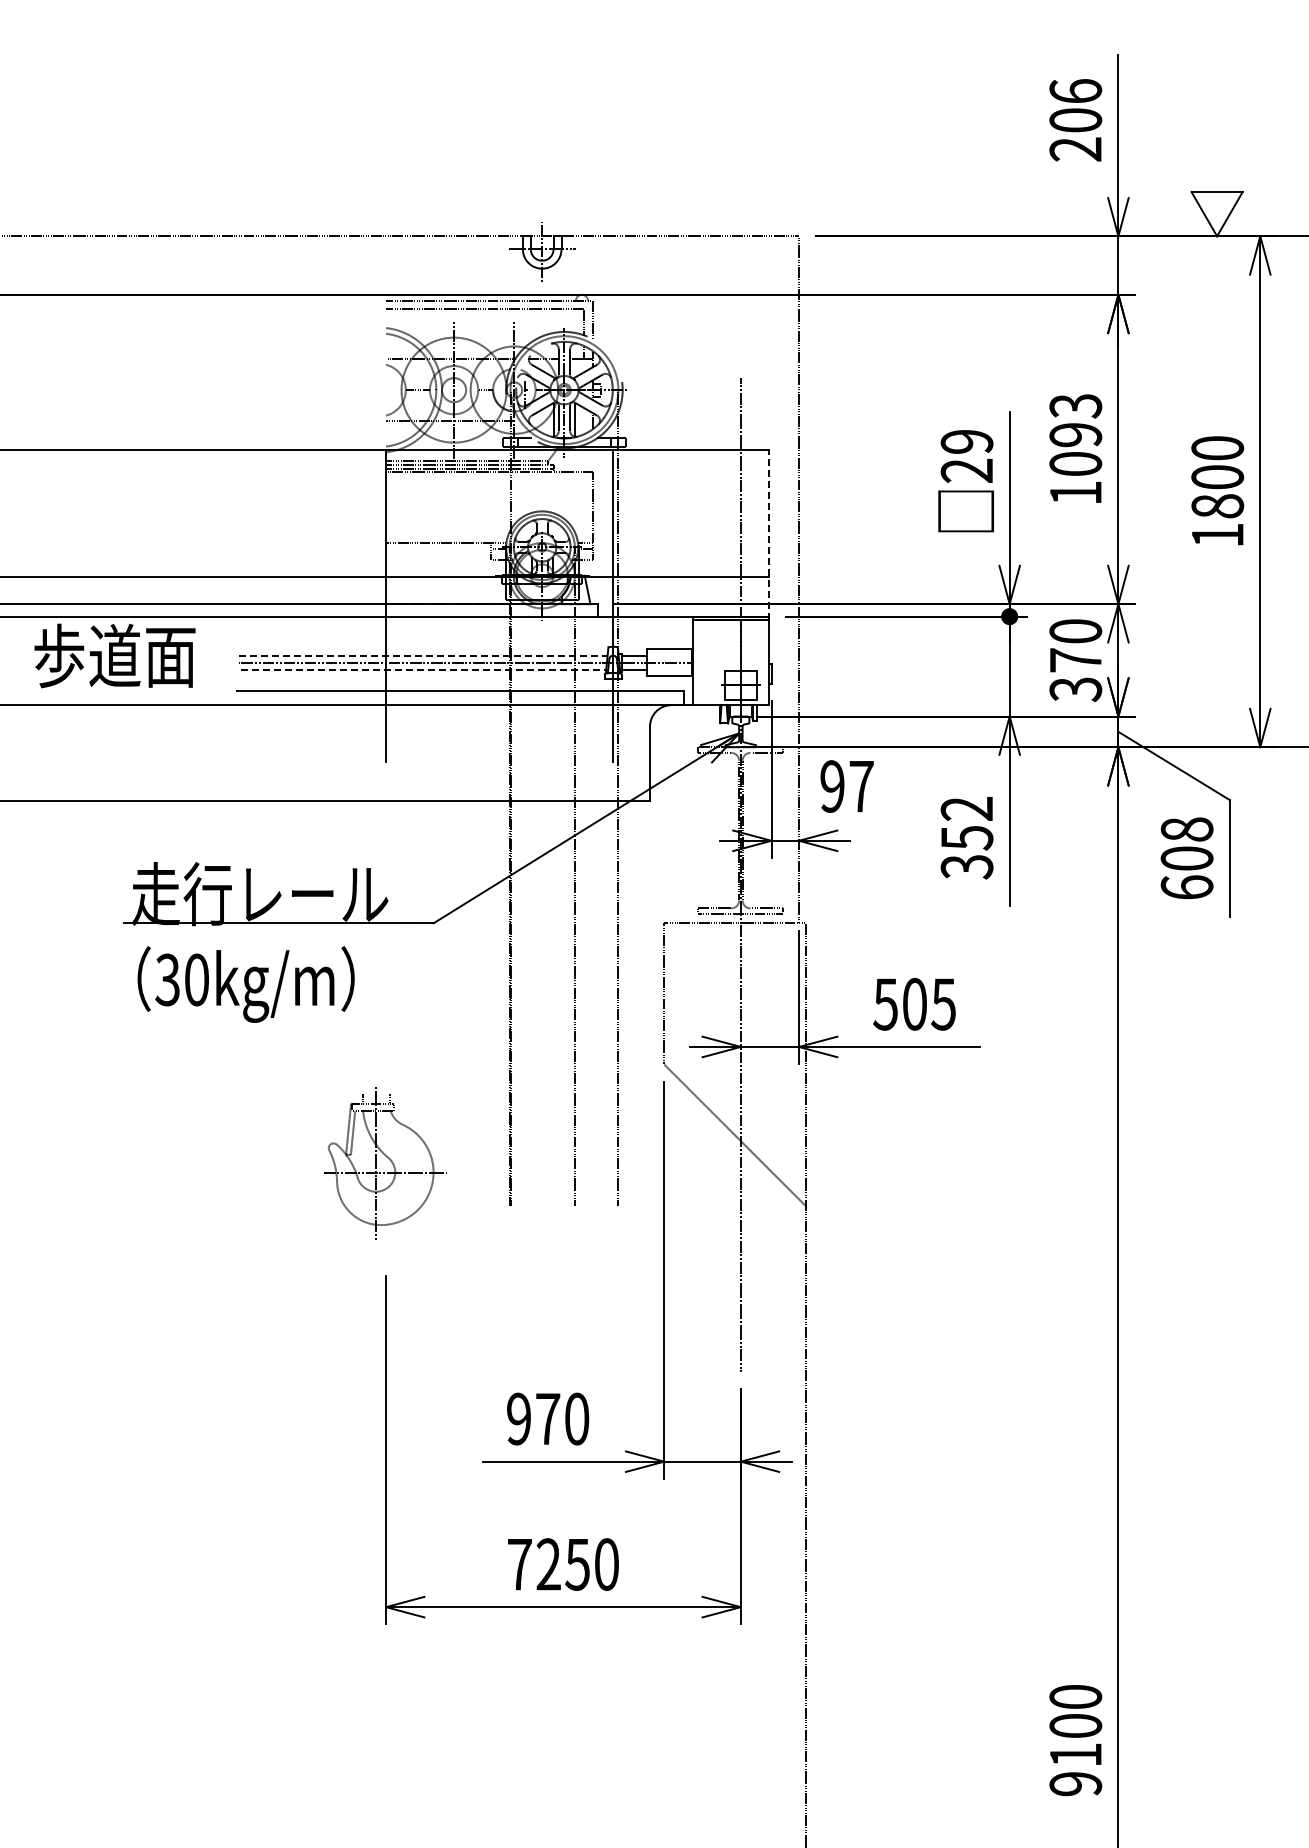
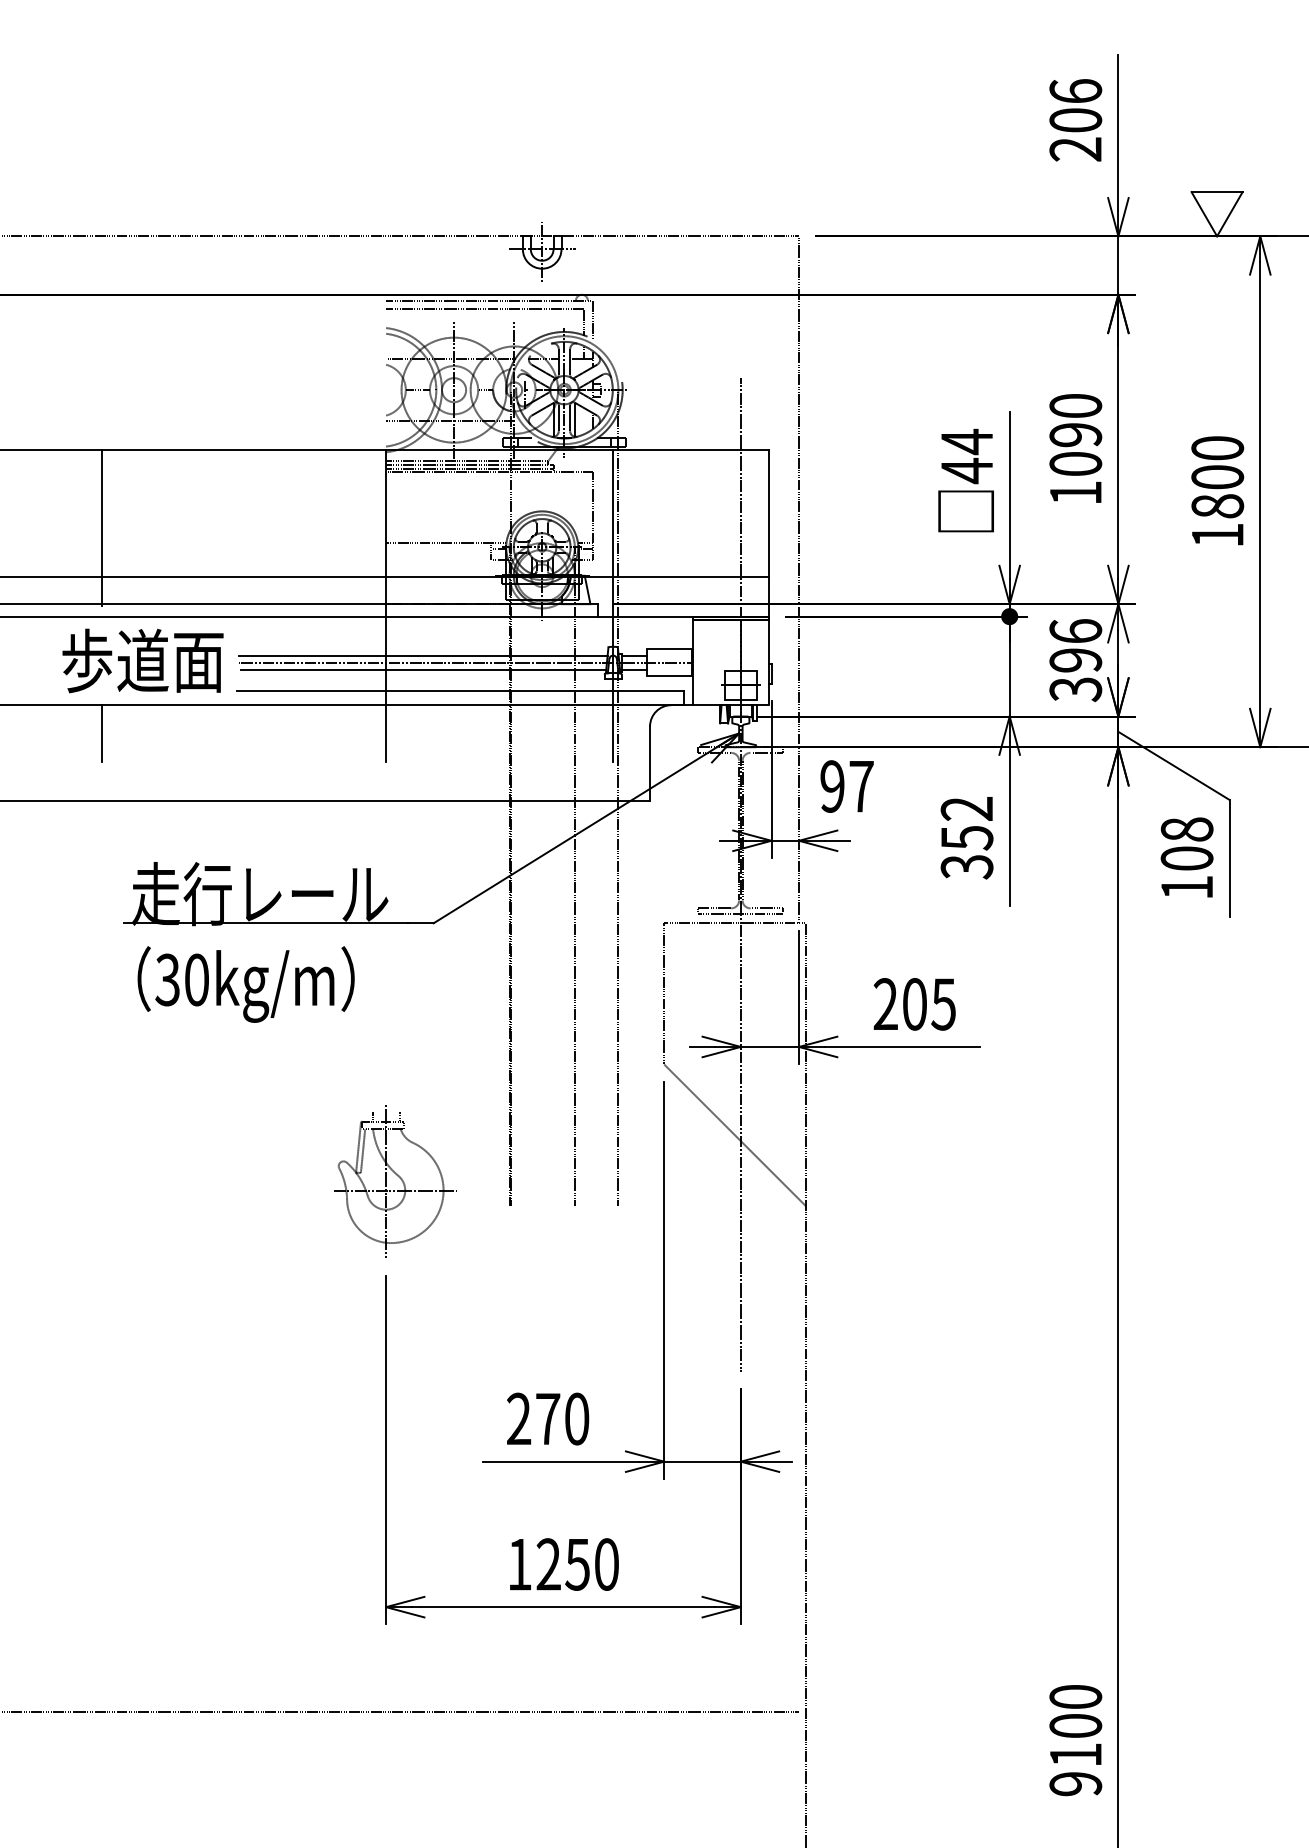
text at (1075, 406): 1093 -> 1090
text at (966, 456): 29 -> 44
line at (102, 527): none -> present
line at (768, 534): dashed -> solid
text at (1075, 645): 370 -> 396
text at (114, 655) position: (114, 655) -> (142, 660)
line at (423, 655): dashed -> solid
line at (423, 669): dashed -> solid
line at (102, 733): none -> present
text at (1186, 887): 608 -> 108
text at (885, 1004): 505 -> 205
part at (385, 1163) position: (385, 1163) -> (395, 1181)
text at (519, 1419): 970 -> 270
text at (519, 1564): 7250 -> 1250
line at (400, 1712): none -> present
